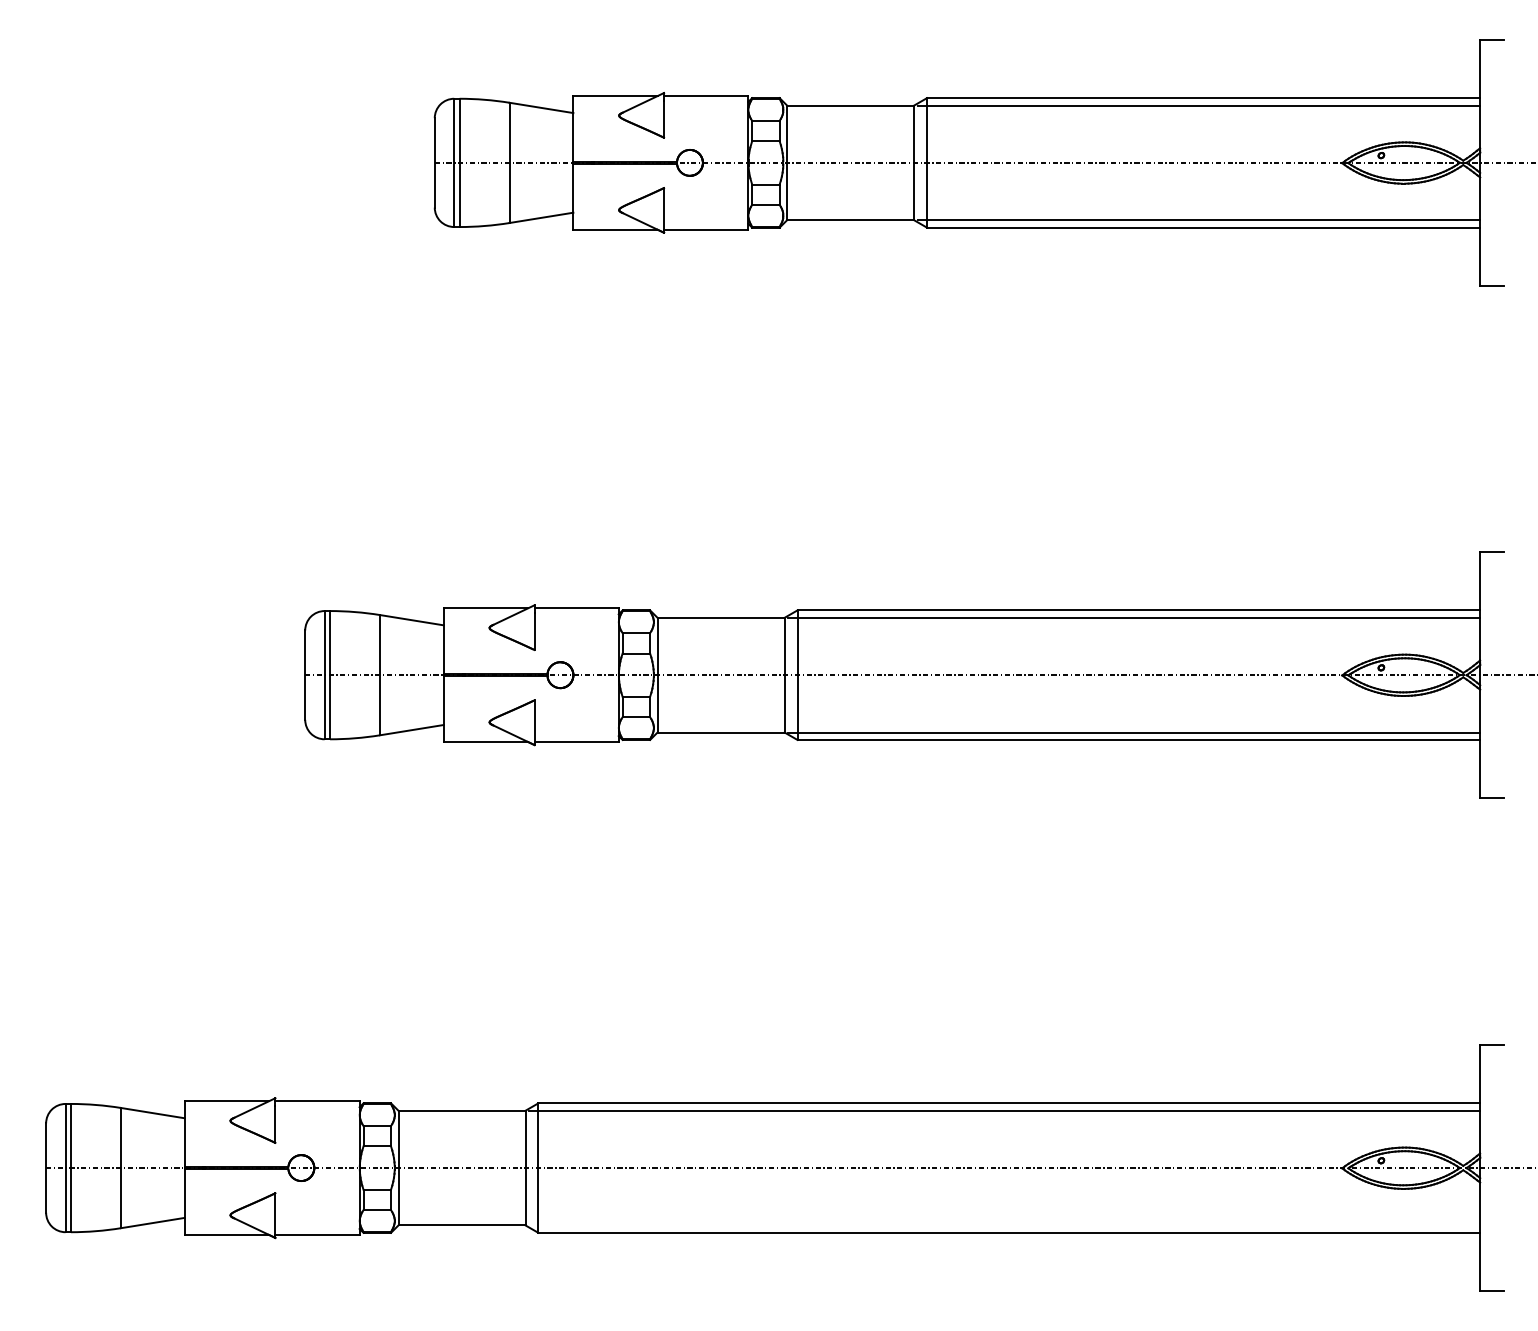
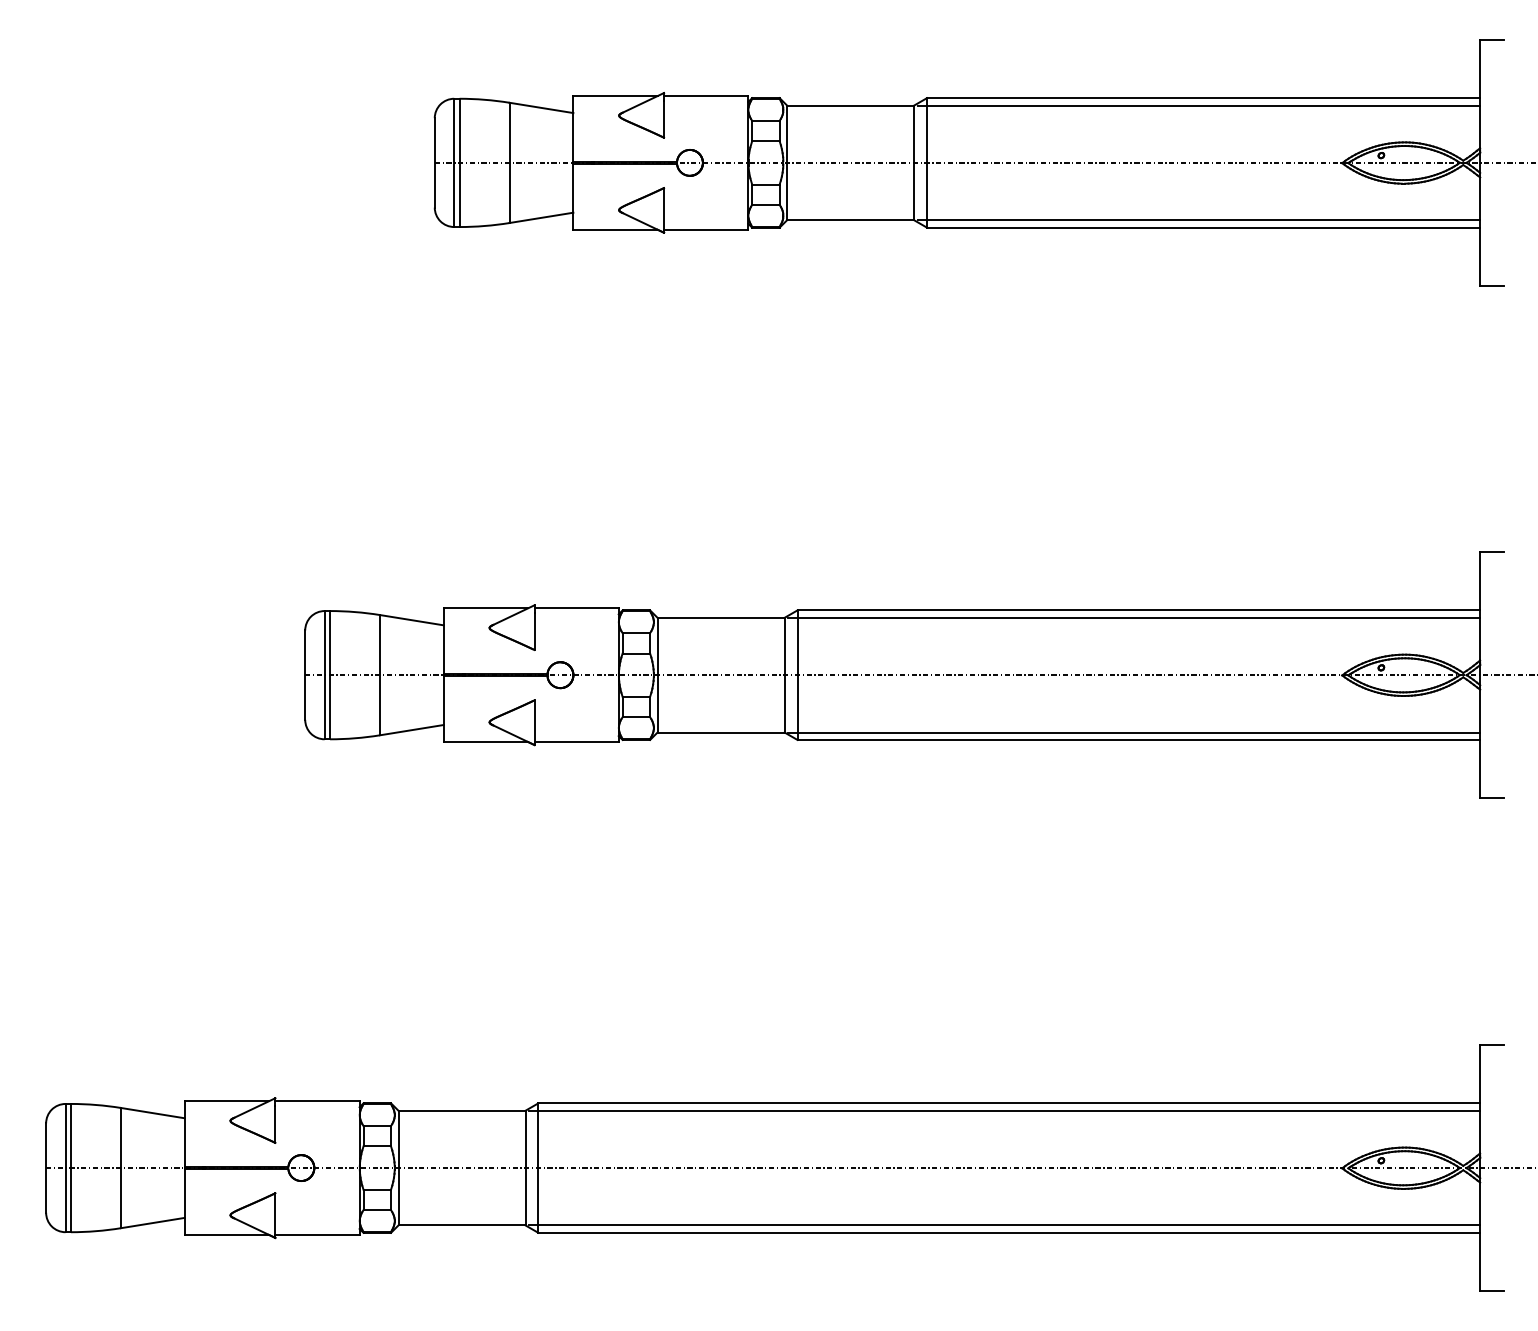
line at (1004, 1225): none -> present
